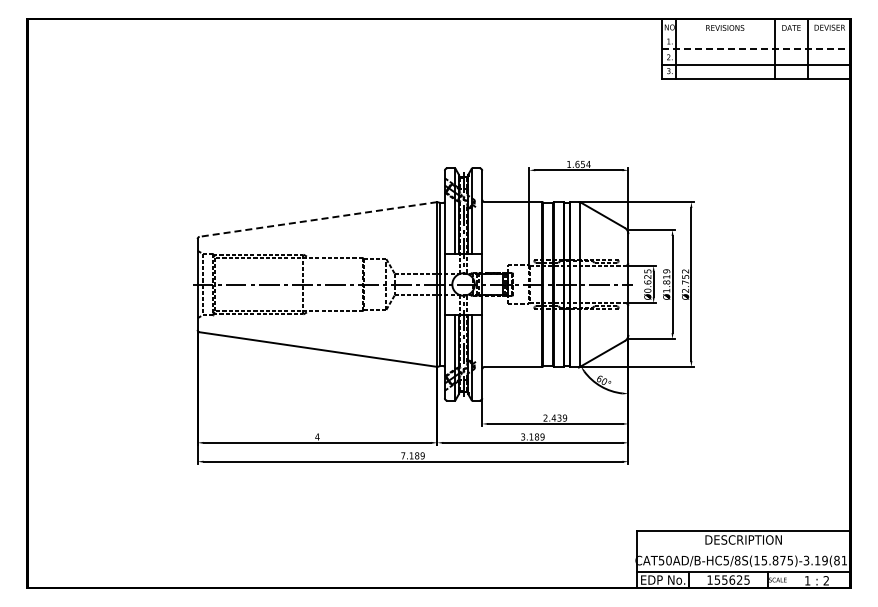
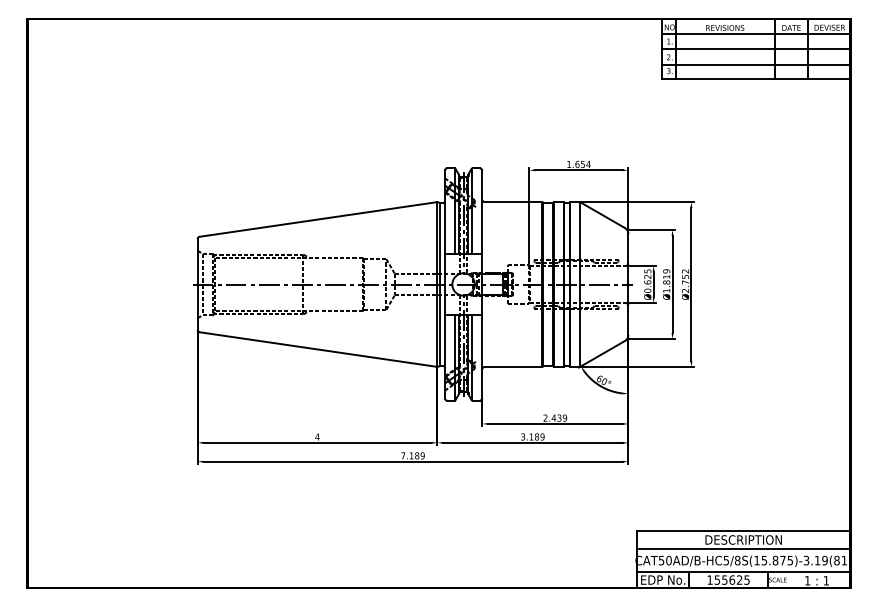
line at (755, 34): none -> present
line at (756, 49): dashed -> solid
line at (318, 219): dashed -> solid
line at (743, 548): none -> present
text at (825, 580): 2 -> 1
